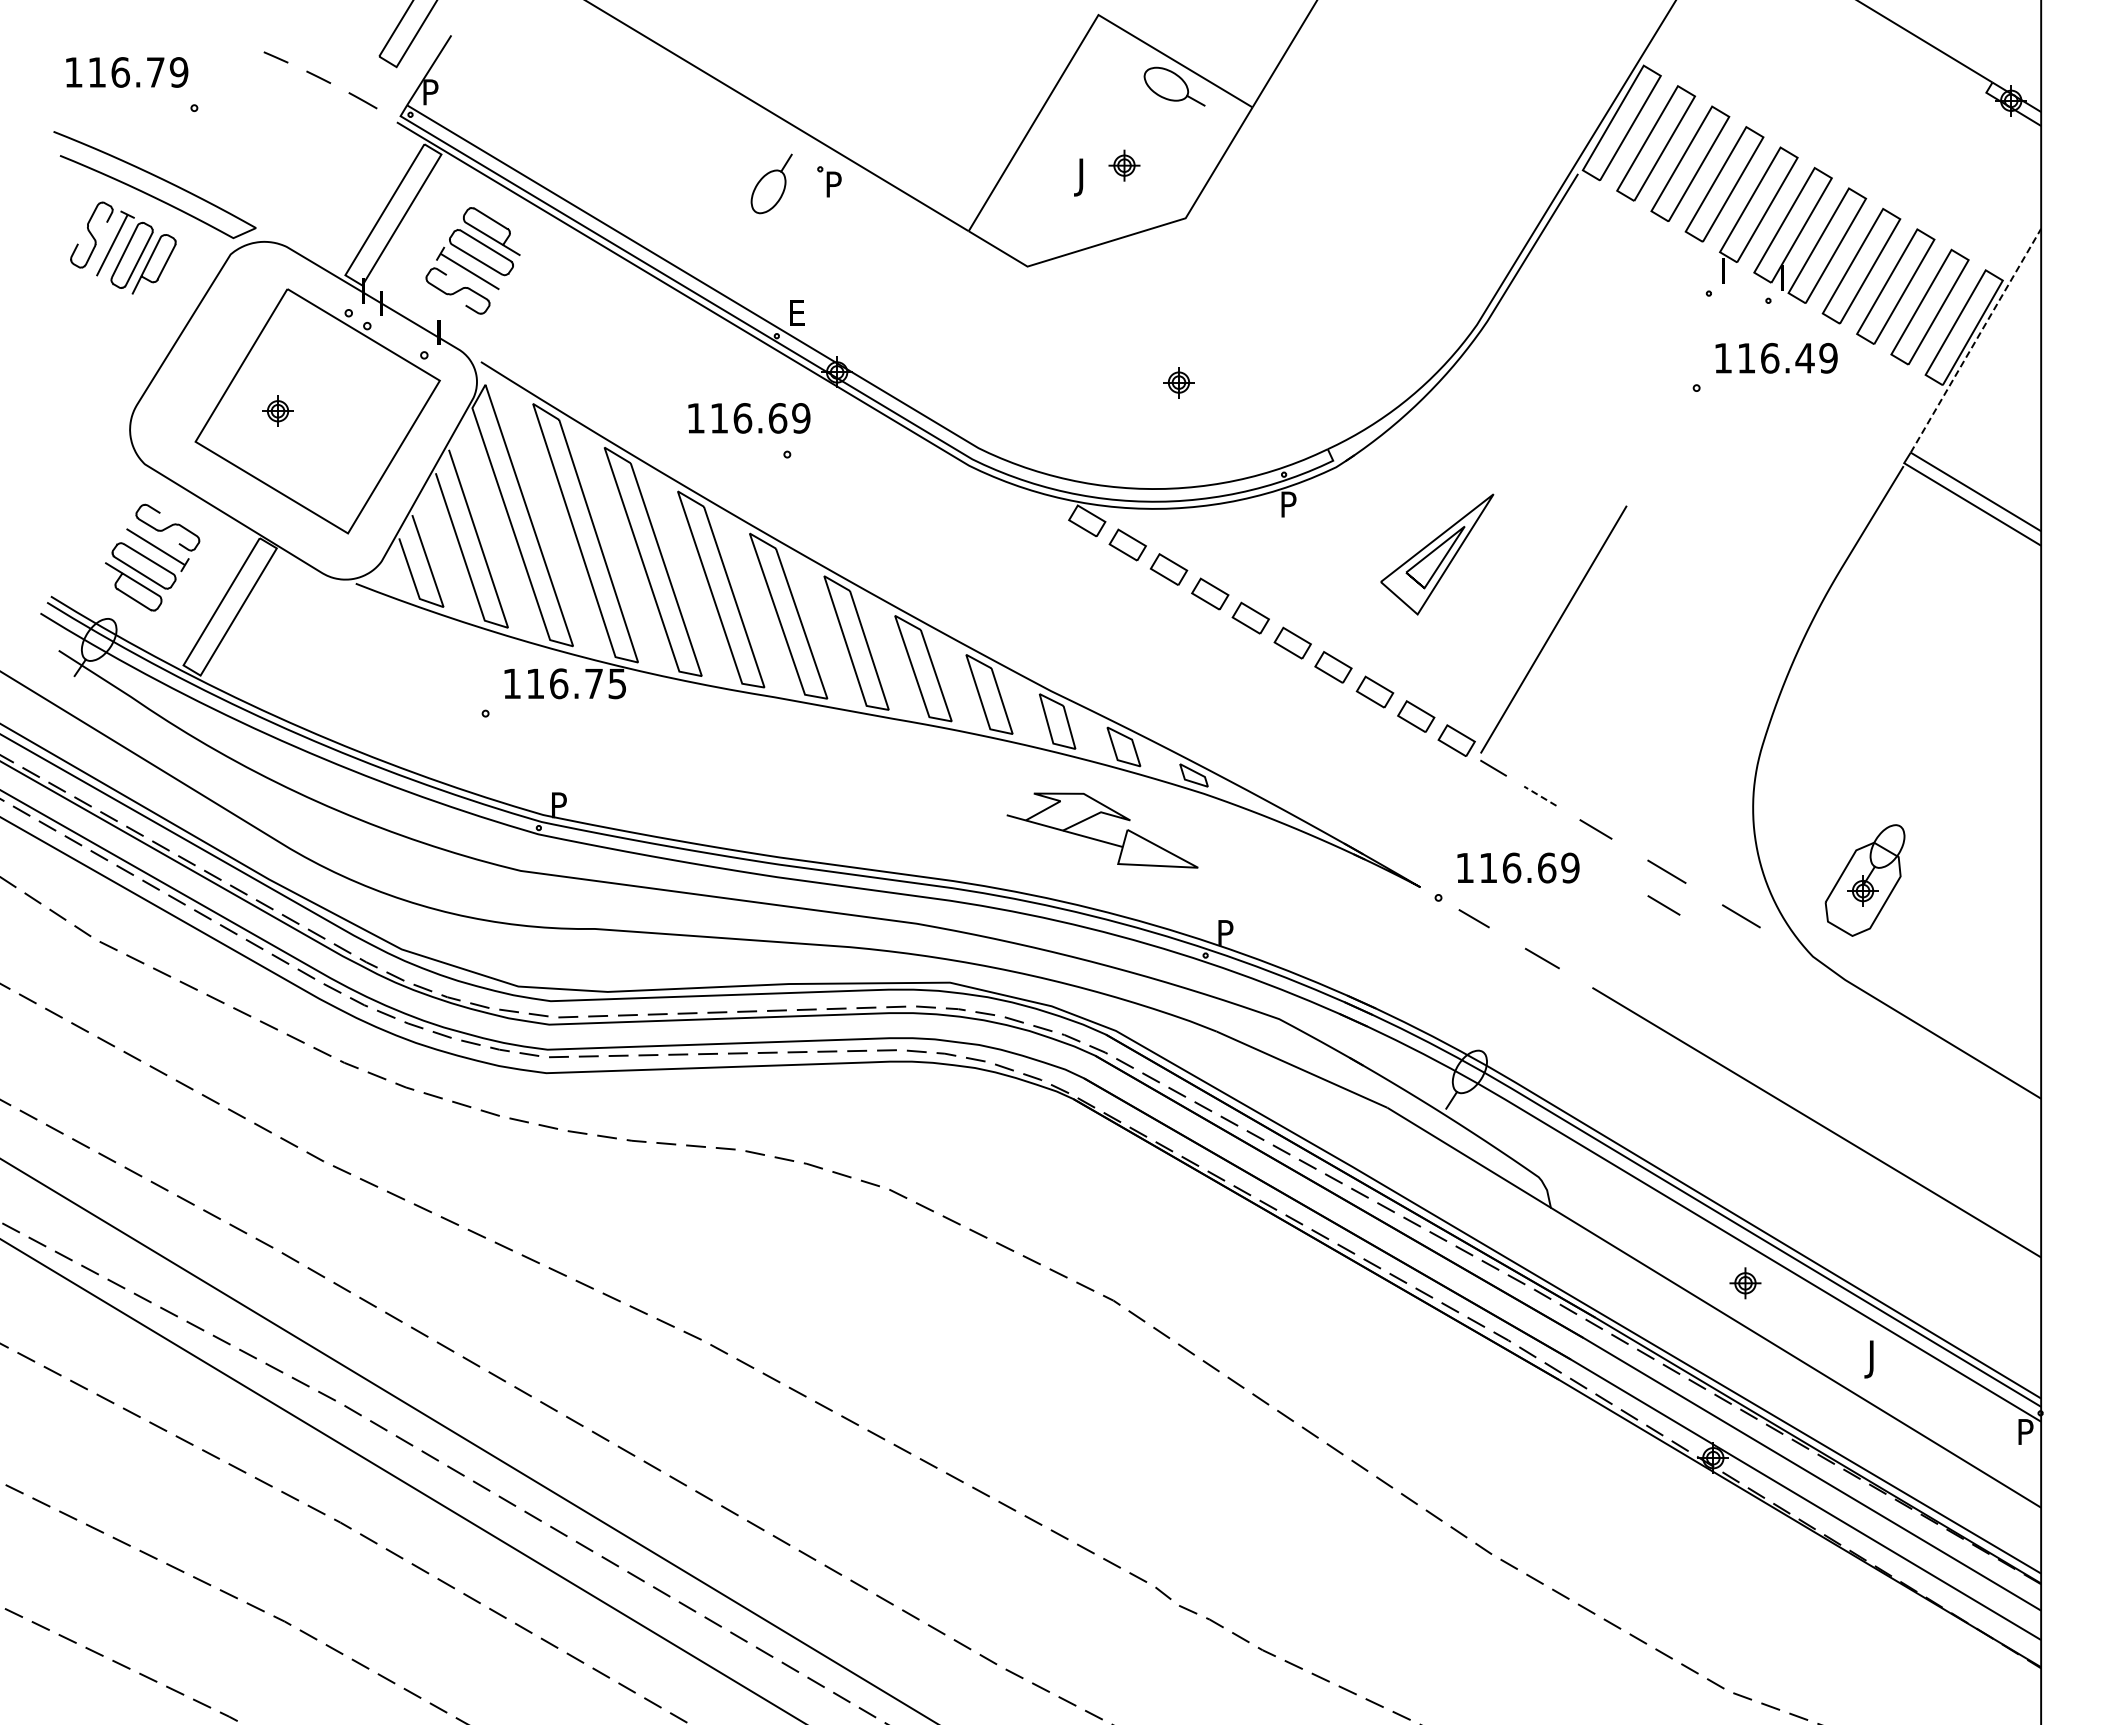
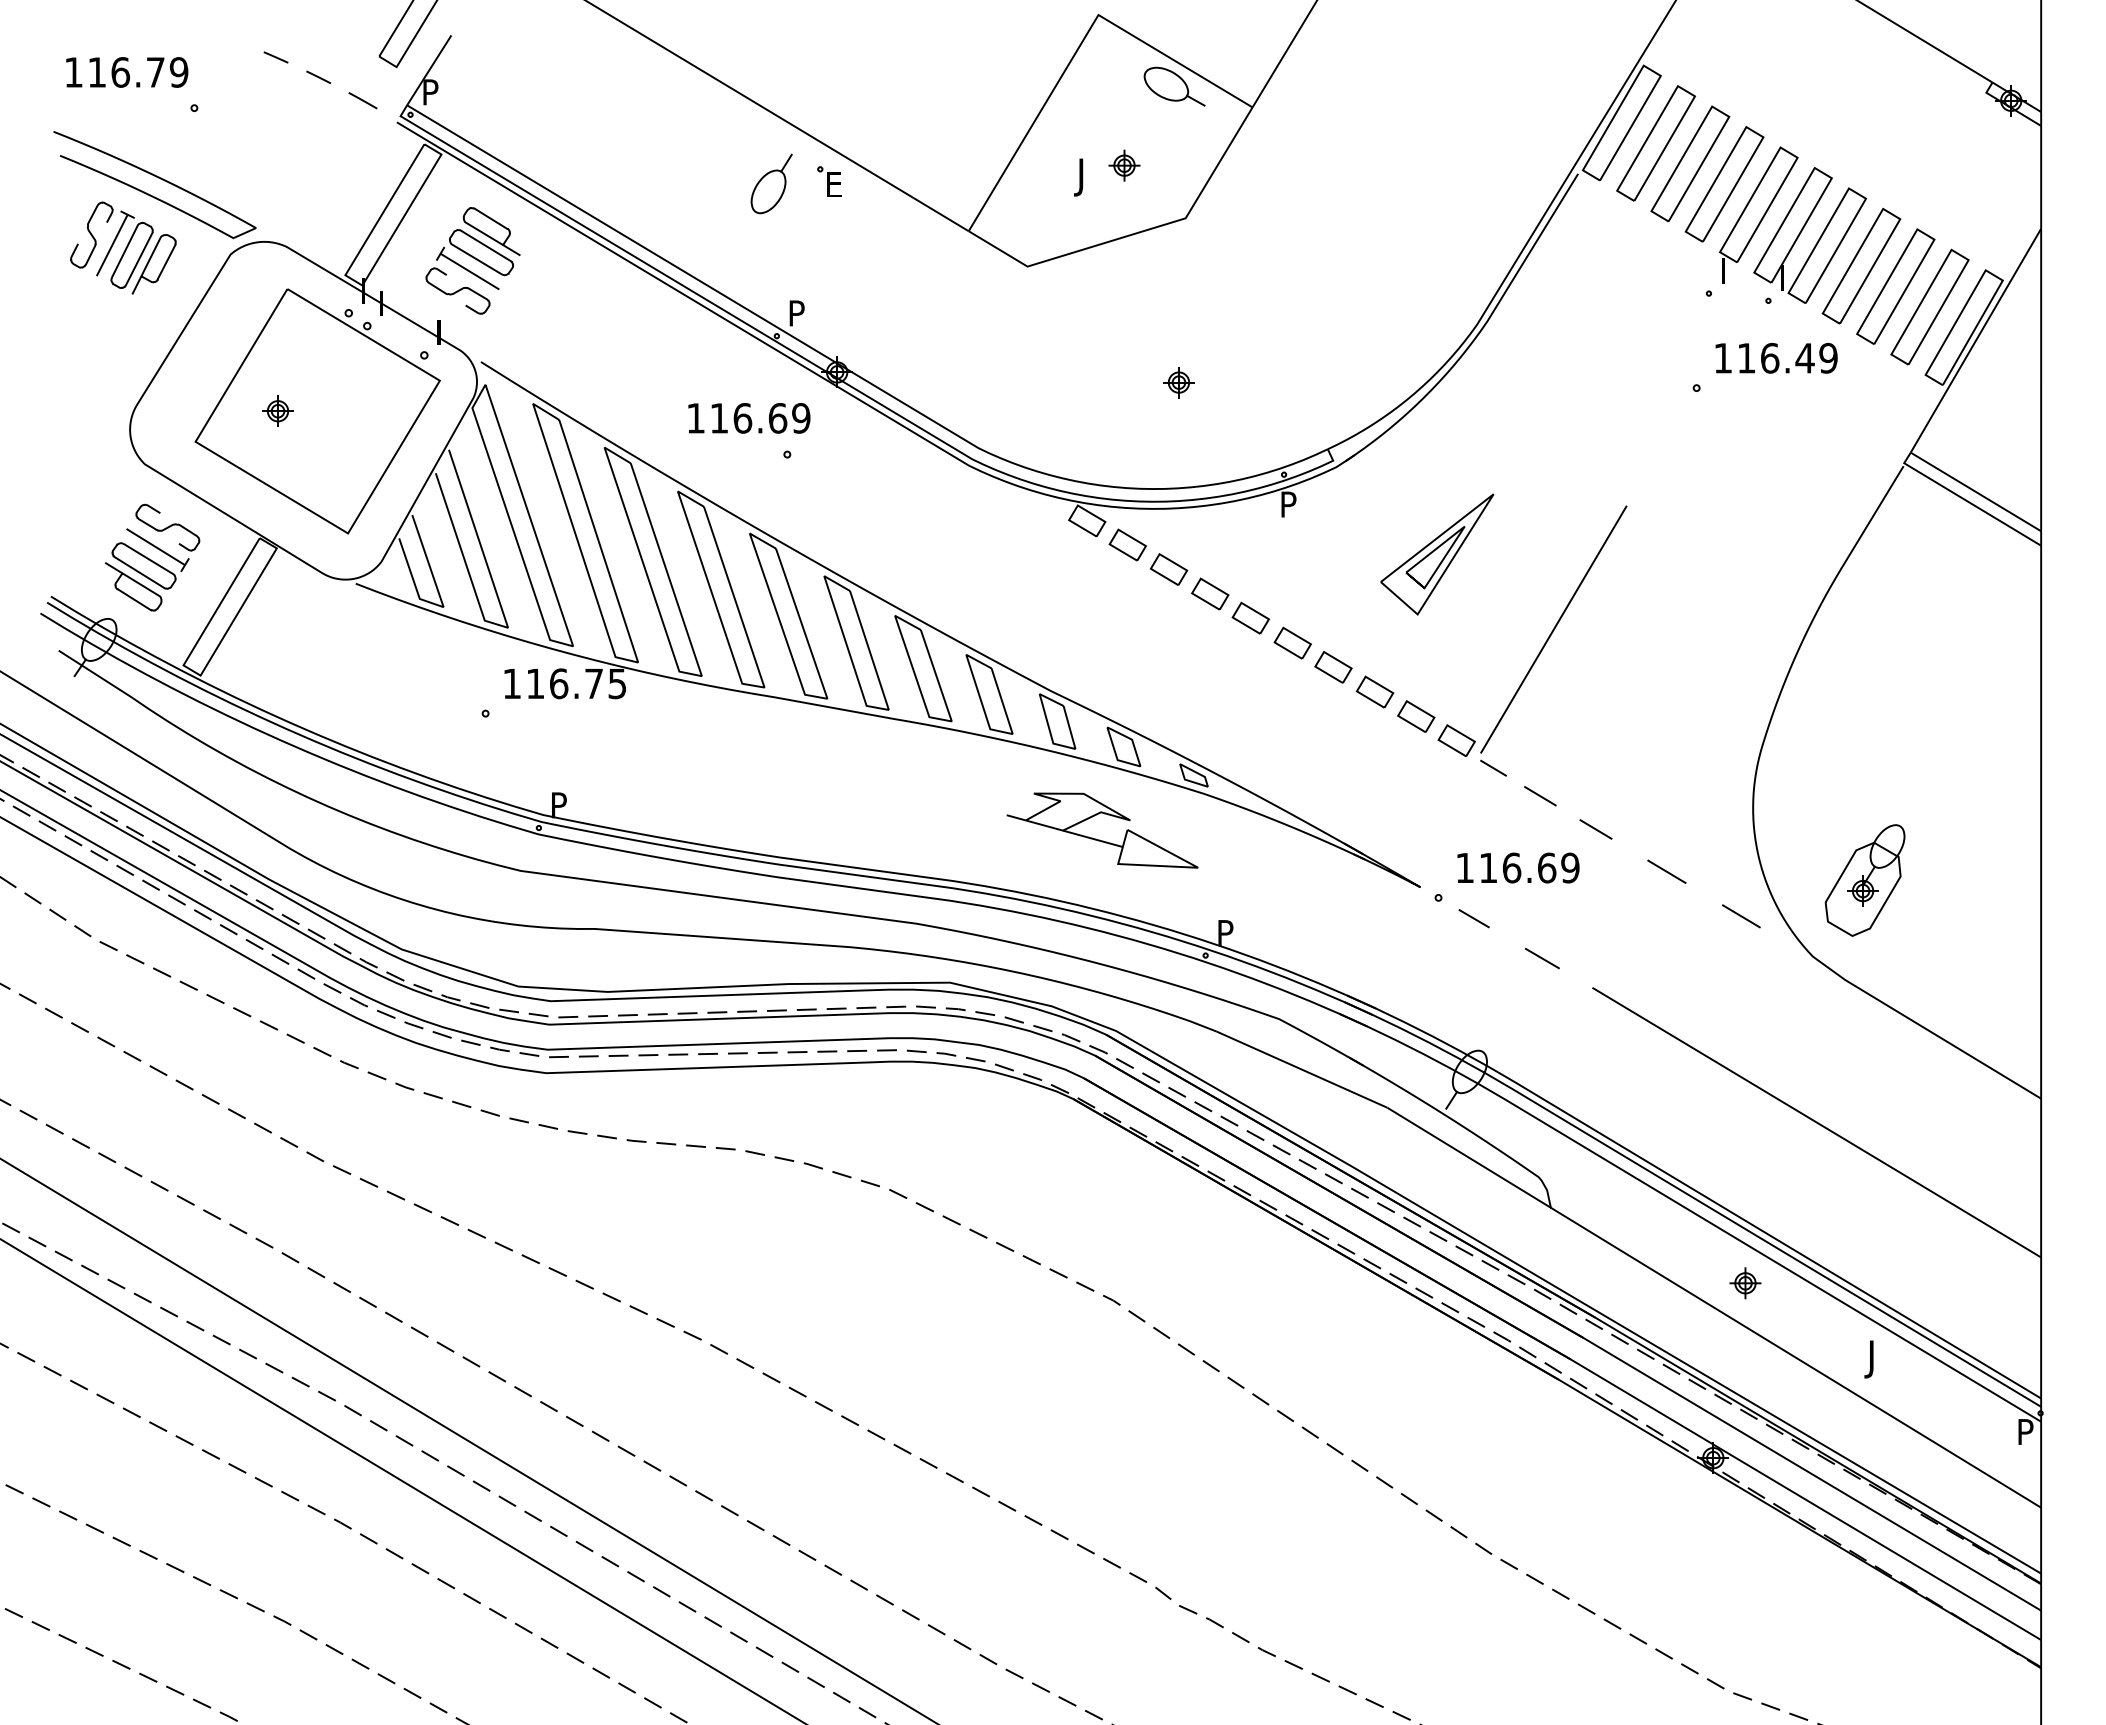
text at (833, 184): P -> E
text at (796, 313): E -> P
line at (1975, 340): dashed -> solid
line at (1540, 796): dashed -> solid
line at (1663, 905): present -> none
